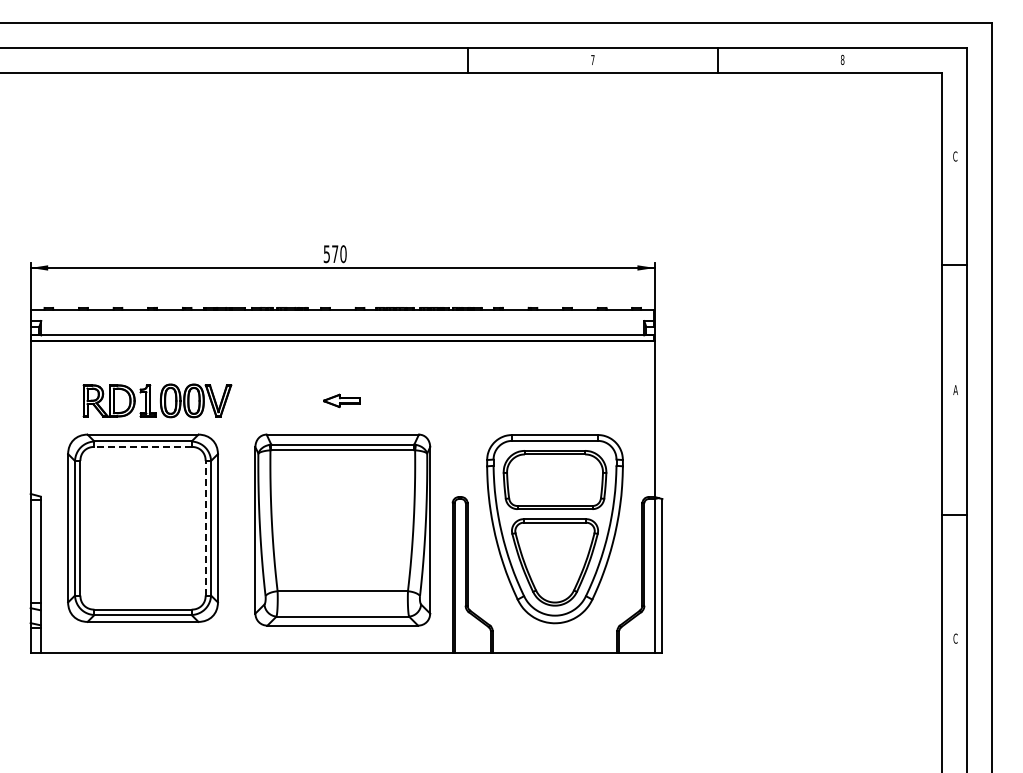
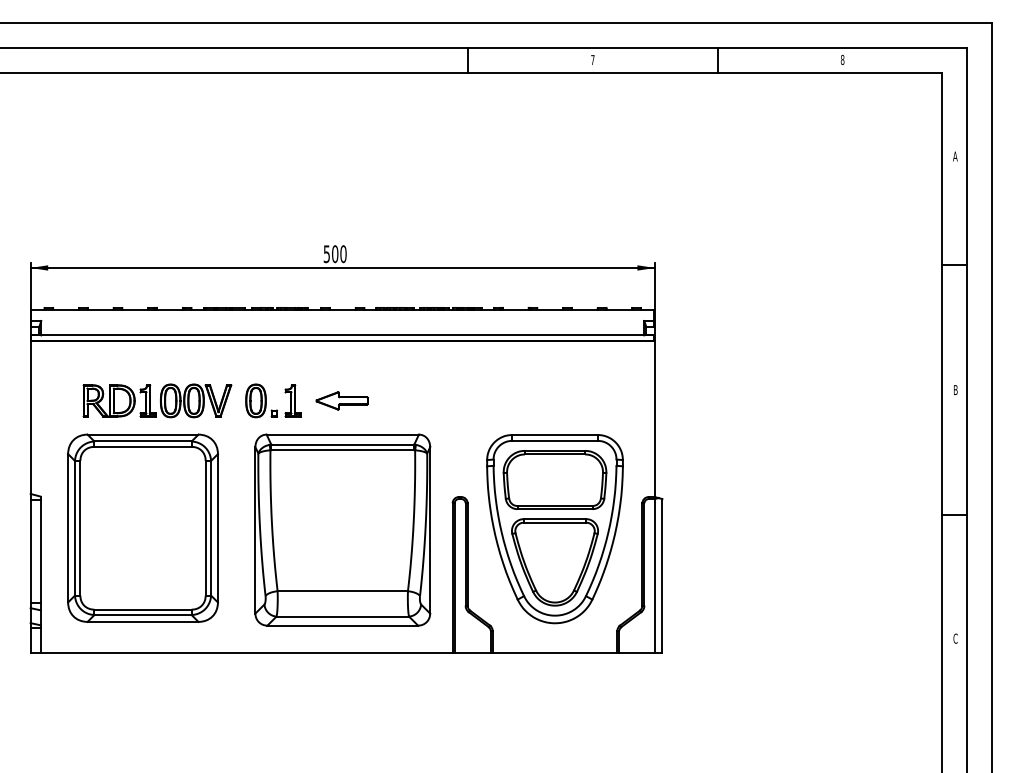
text at (955, 156): C -> A
text at (335, 254): 570 -> 500
text at (955, 390): A -> B
part at (266, 400): none -> present
part at (341, 400) size: 38x16 px -> 54x20 px
line at (143, 446): dashed -> solid
line at (205, 527): dashed -> solid
